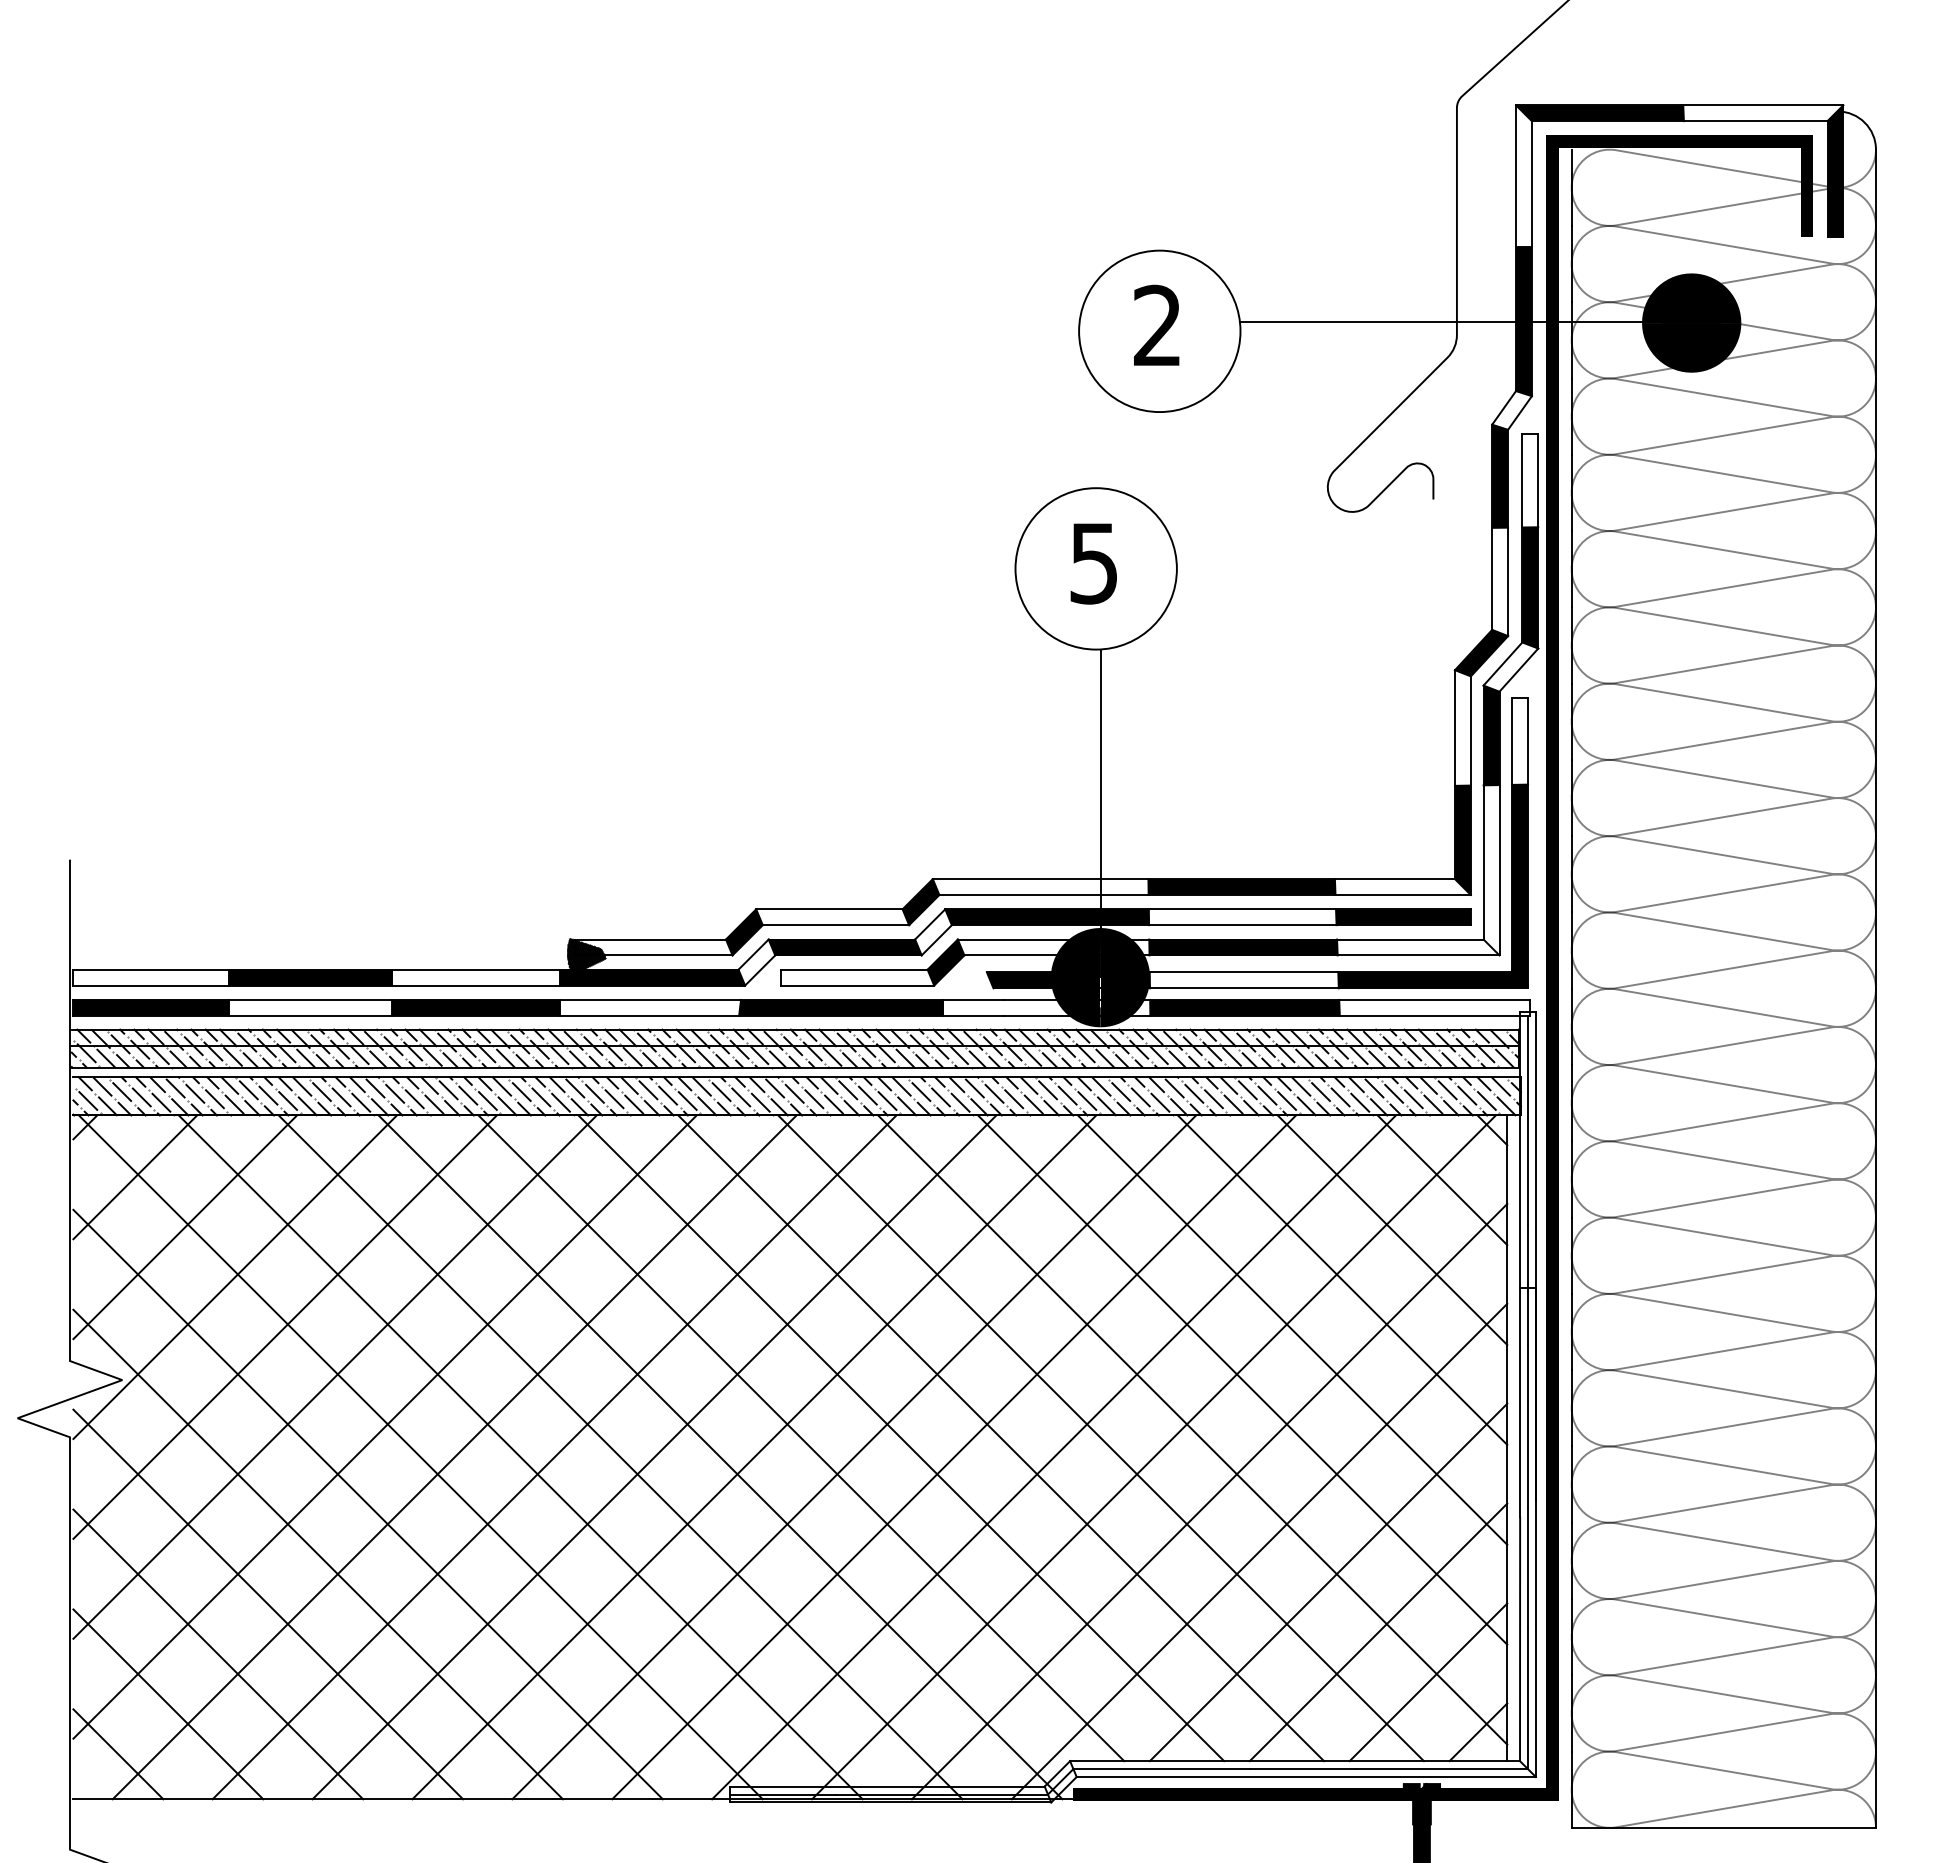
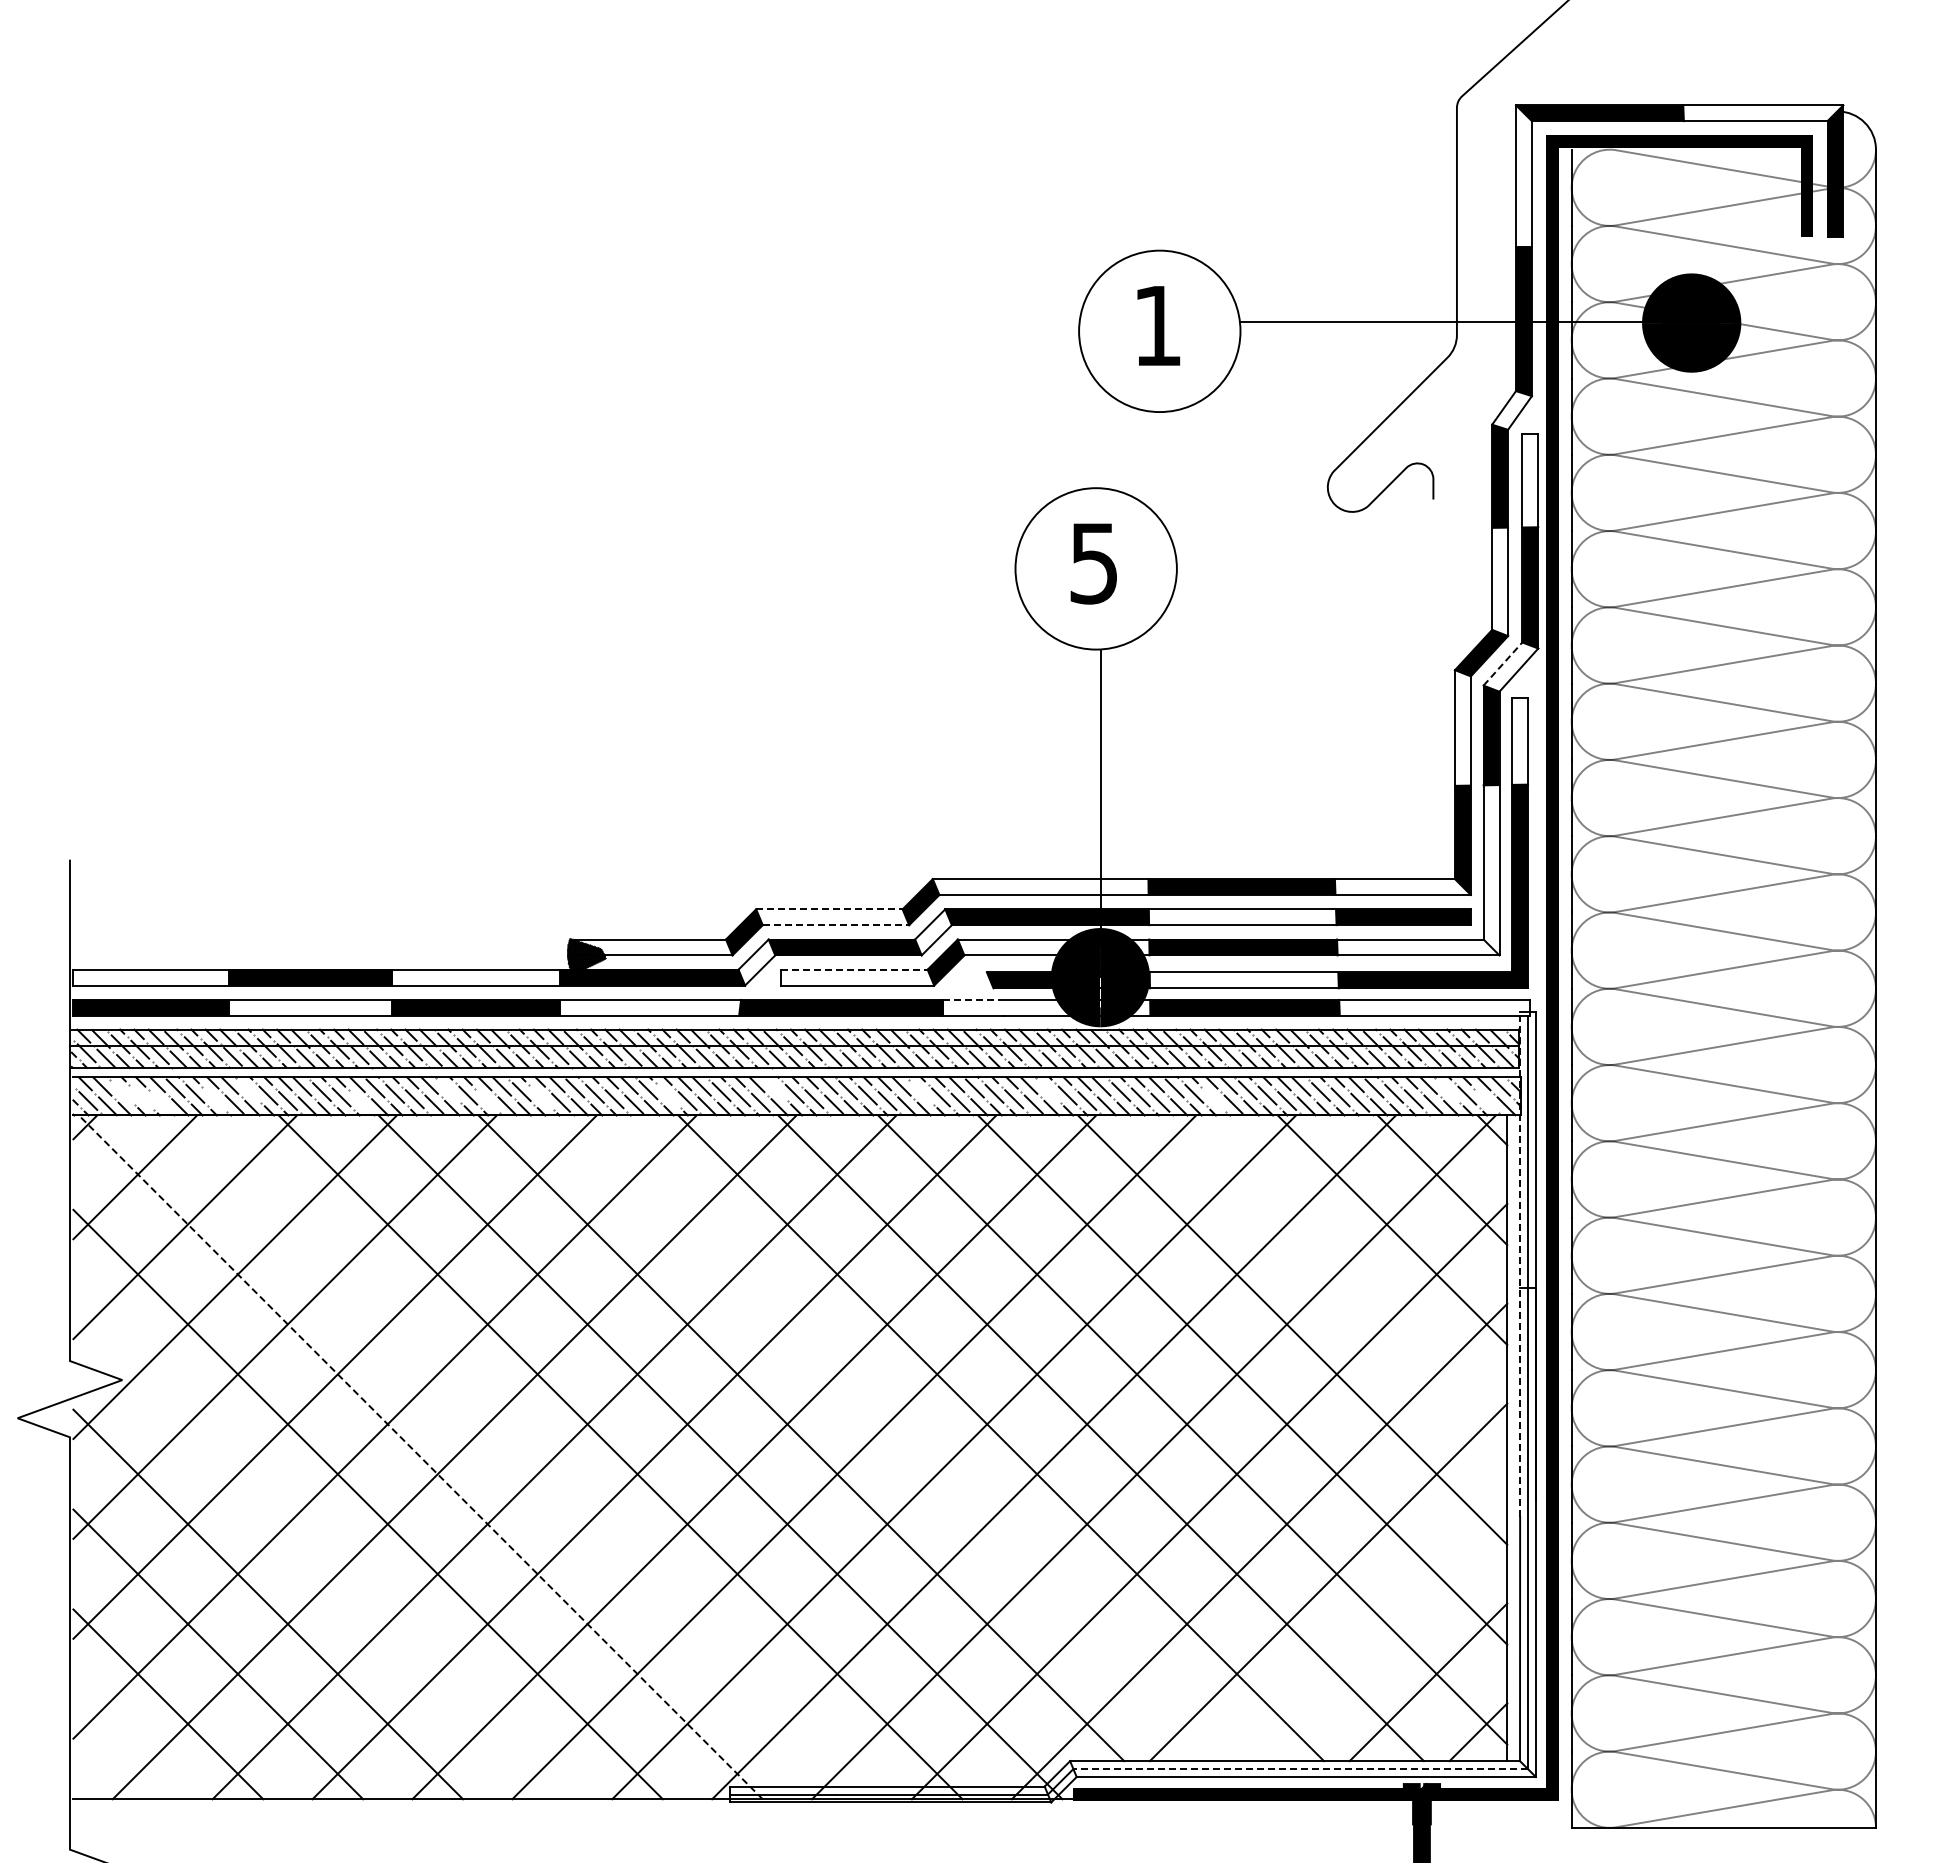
text at (1157, 324): 2 -> 1
line at (1503, 663): solid -> dashed
line at (829, 909): solid -> dashed
line at (836, 925): solid -> dashed
line at (854, 969): solid -> dashed
line at (974, 999): solid -> dashed
line at (775, 1088): present -> none
line at (248, 1090): present -> none
line at (448, 1090): present -> none
line at (1047, 1090): present -> none
line at (1447, 1090): present -> none
line at (122, 1091): present -> none
line at (921, 1091): present -> none
line at (667, 1095): present -> none
line at (141, 1097): present -> none
line at (541, 1097): present -> none
line at (214, 1099): present -> none
line at (1213, 1099): present -> none
line at (487, 1100): present -> none
line at (1486, 1100): present -> none
line at (161, 1102): present -> none
line at (361, 1102): present -> none
line at (1520, 1264): solid -> dashed
line at (1342, 1279): present -> none
line at (901, 1438): present -> none
line at (420, 1457): solid -> dashed
line at (520, 1457): present -> none
line at (317, 1554): present -> none
line at (1378, 1632): present -> none
line at (118, 1754): present -> none
line at (1300, 1769): solid -> dashed
